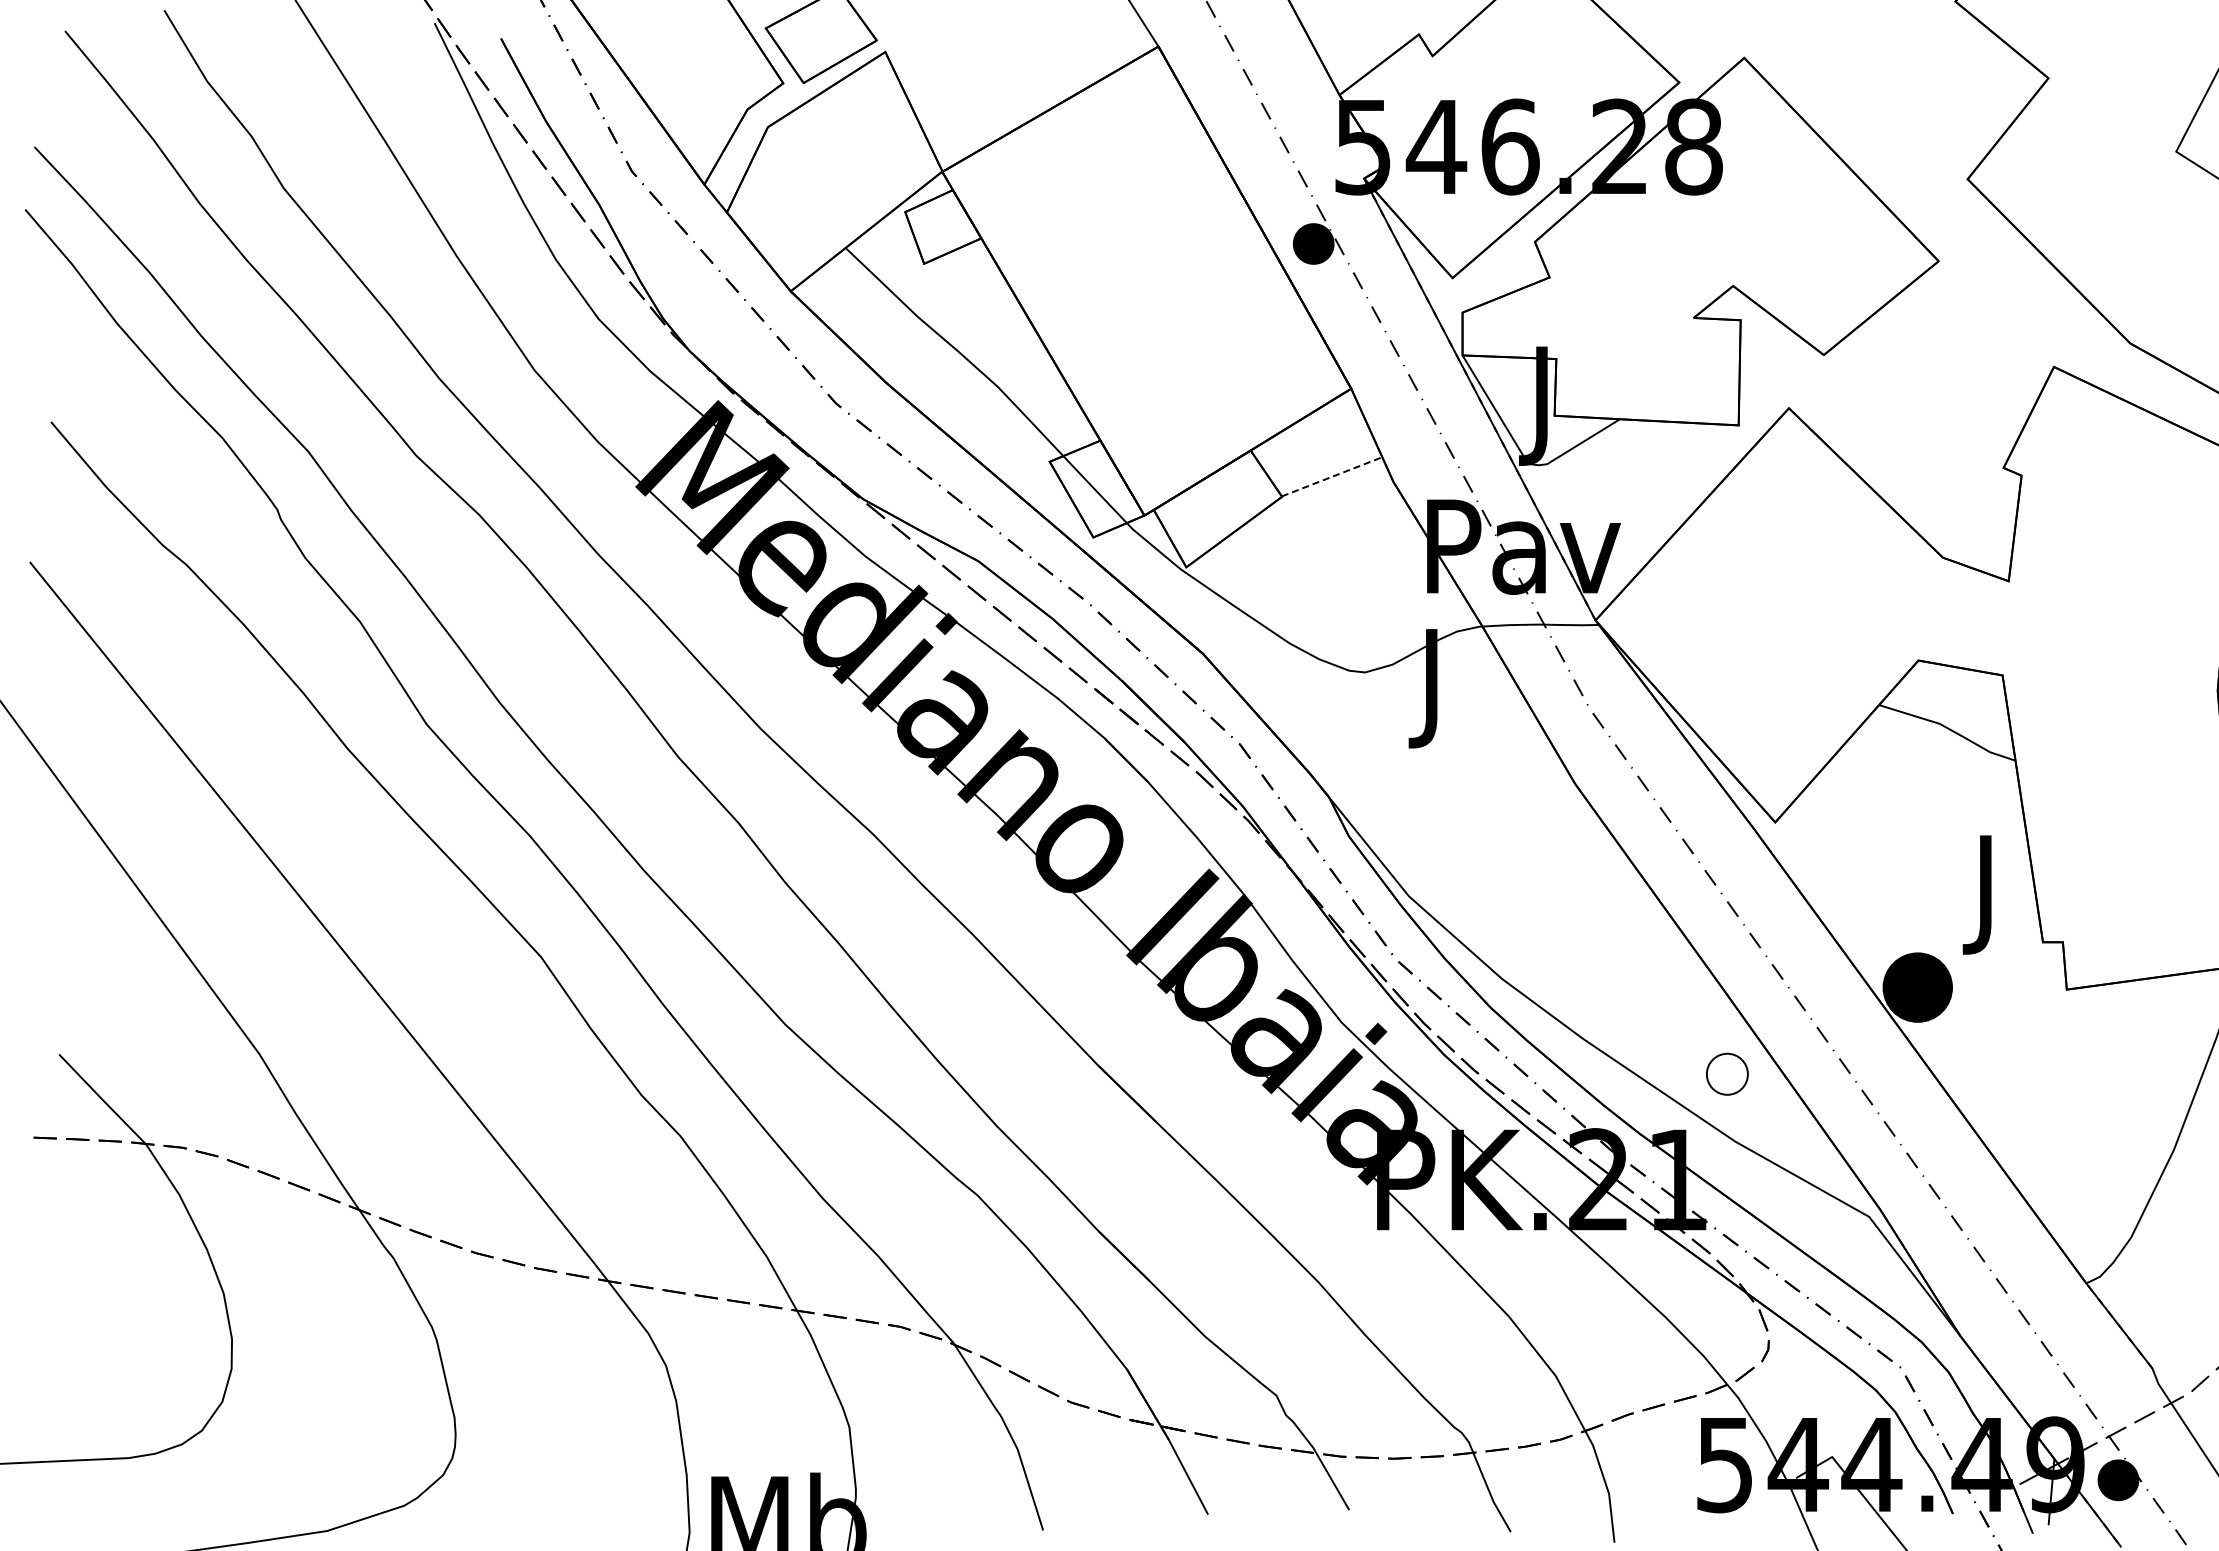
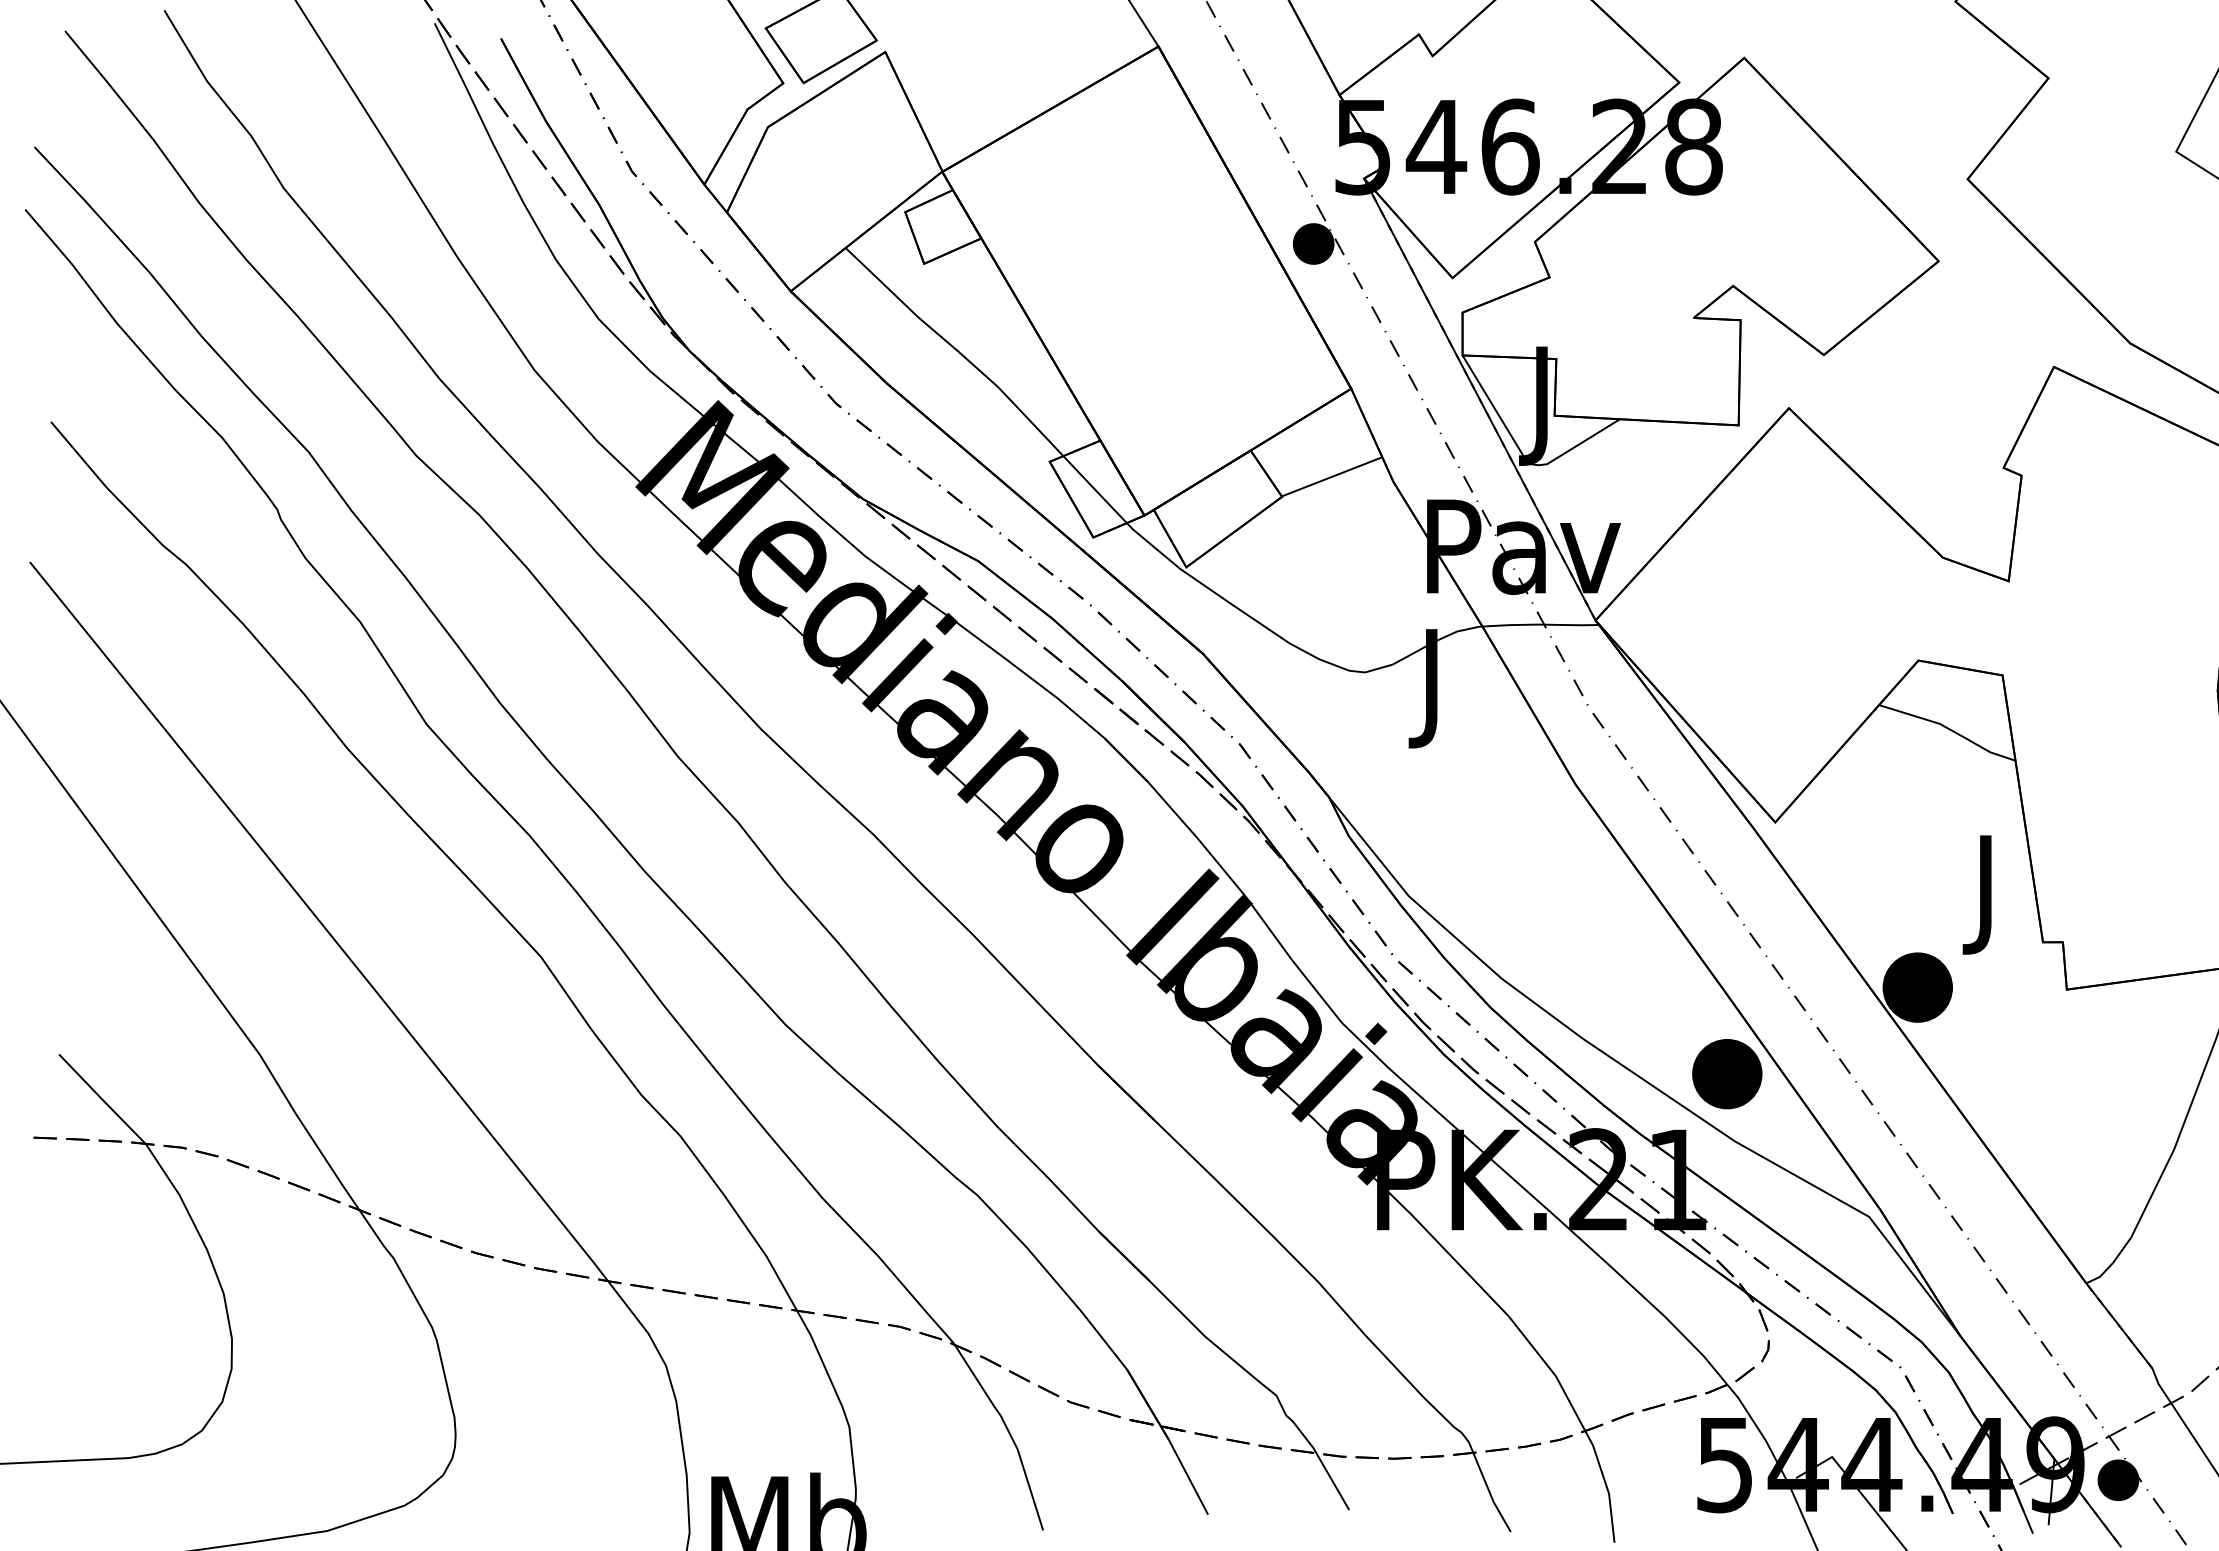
line at (1332, 476): dashed -> solid
part at (1727, 1073) size: 43x44 px -> 71x71 px
